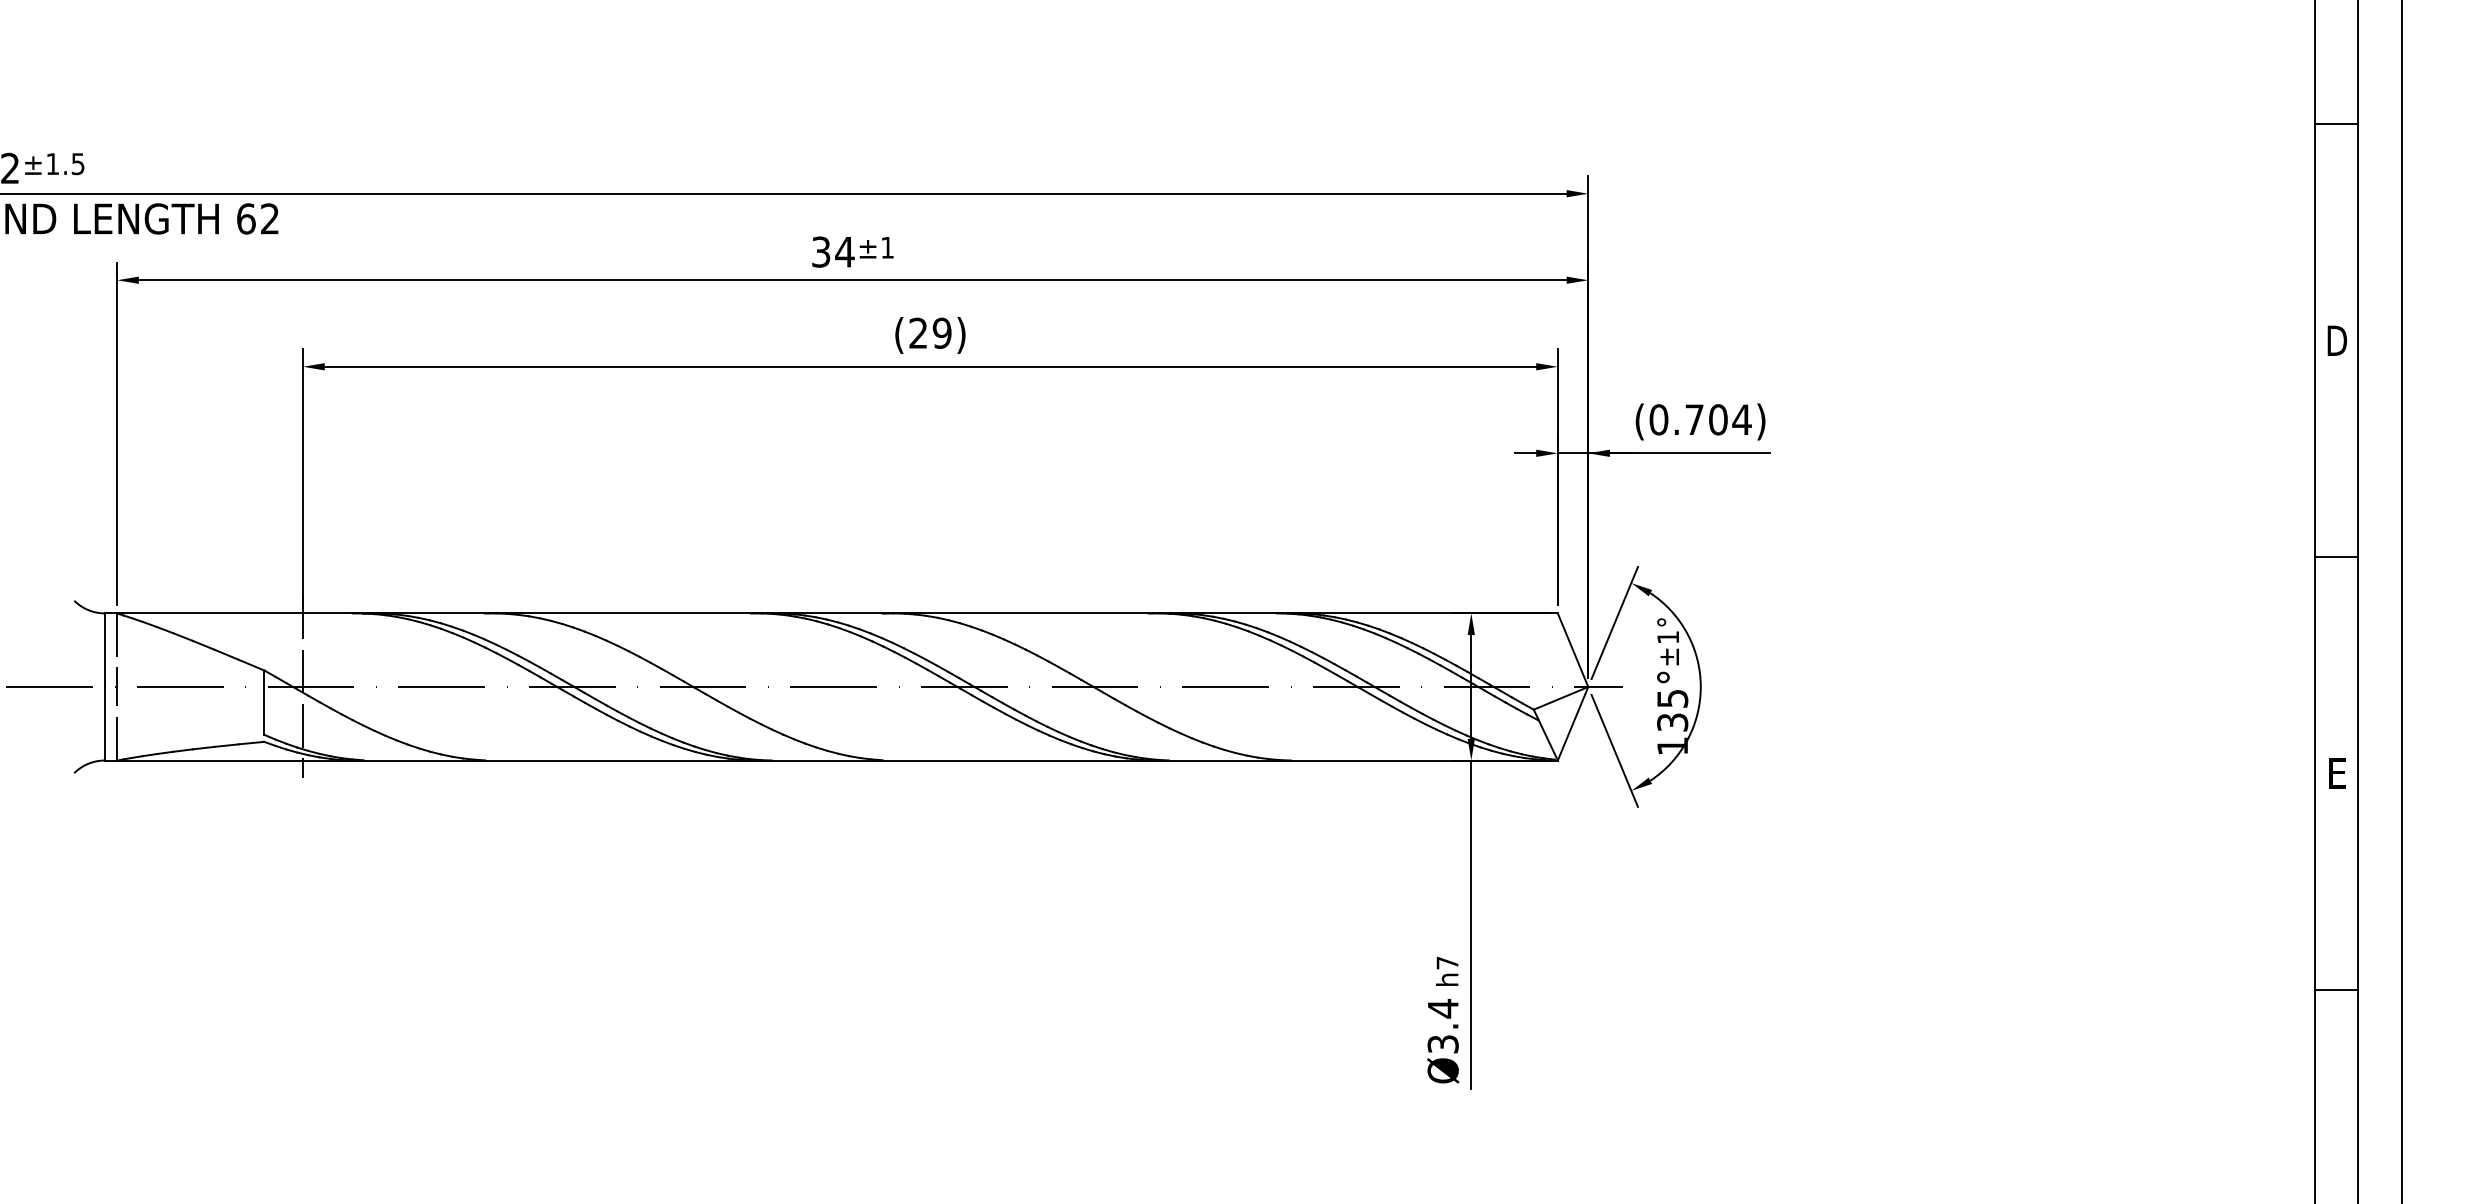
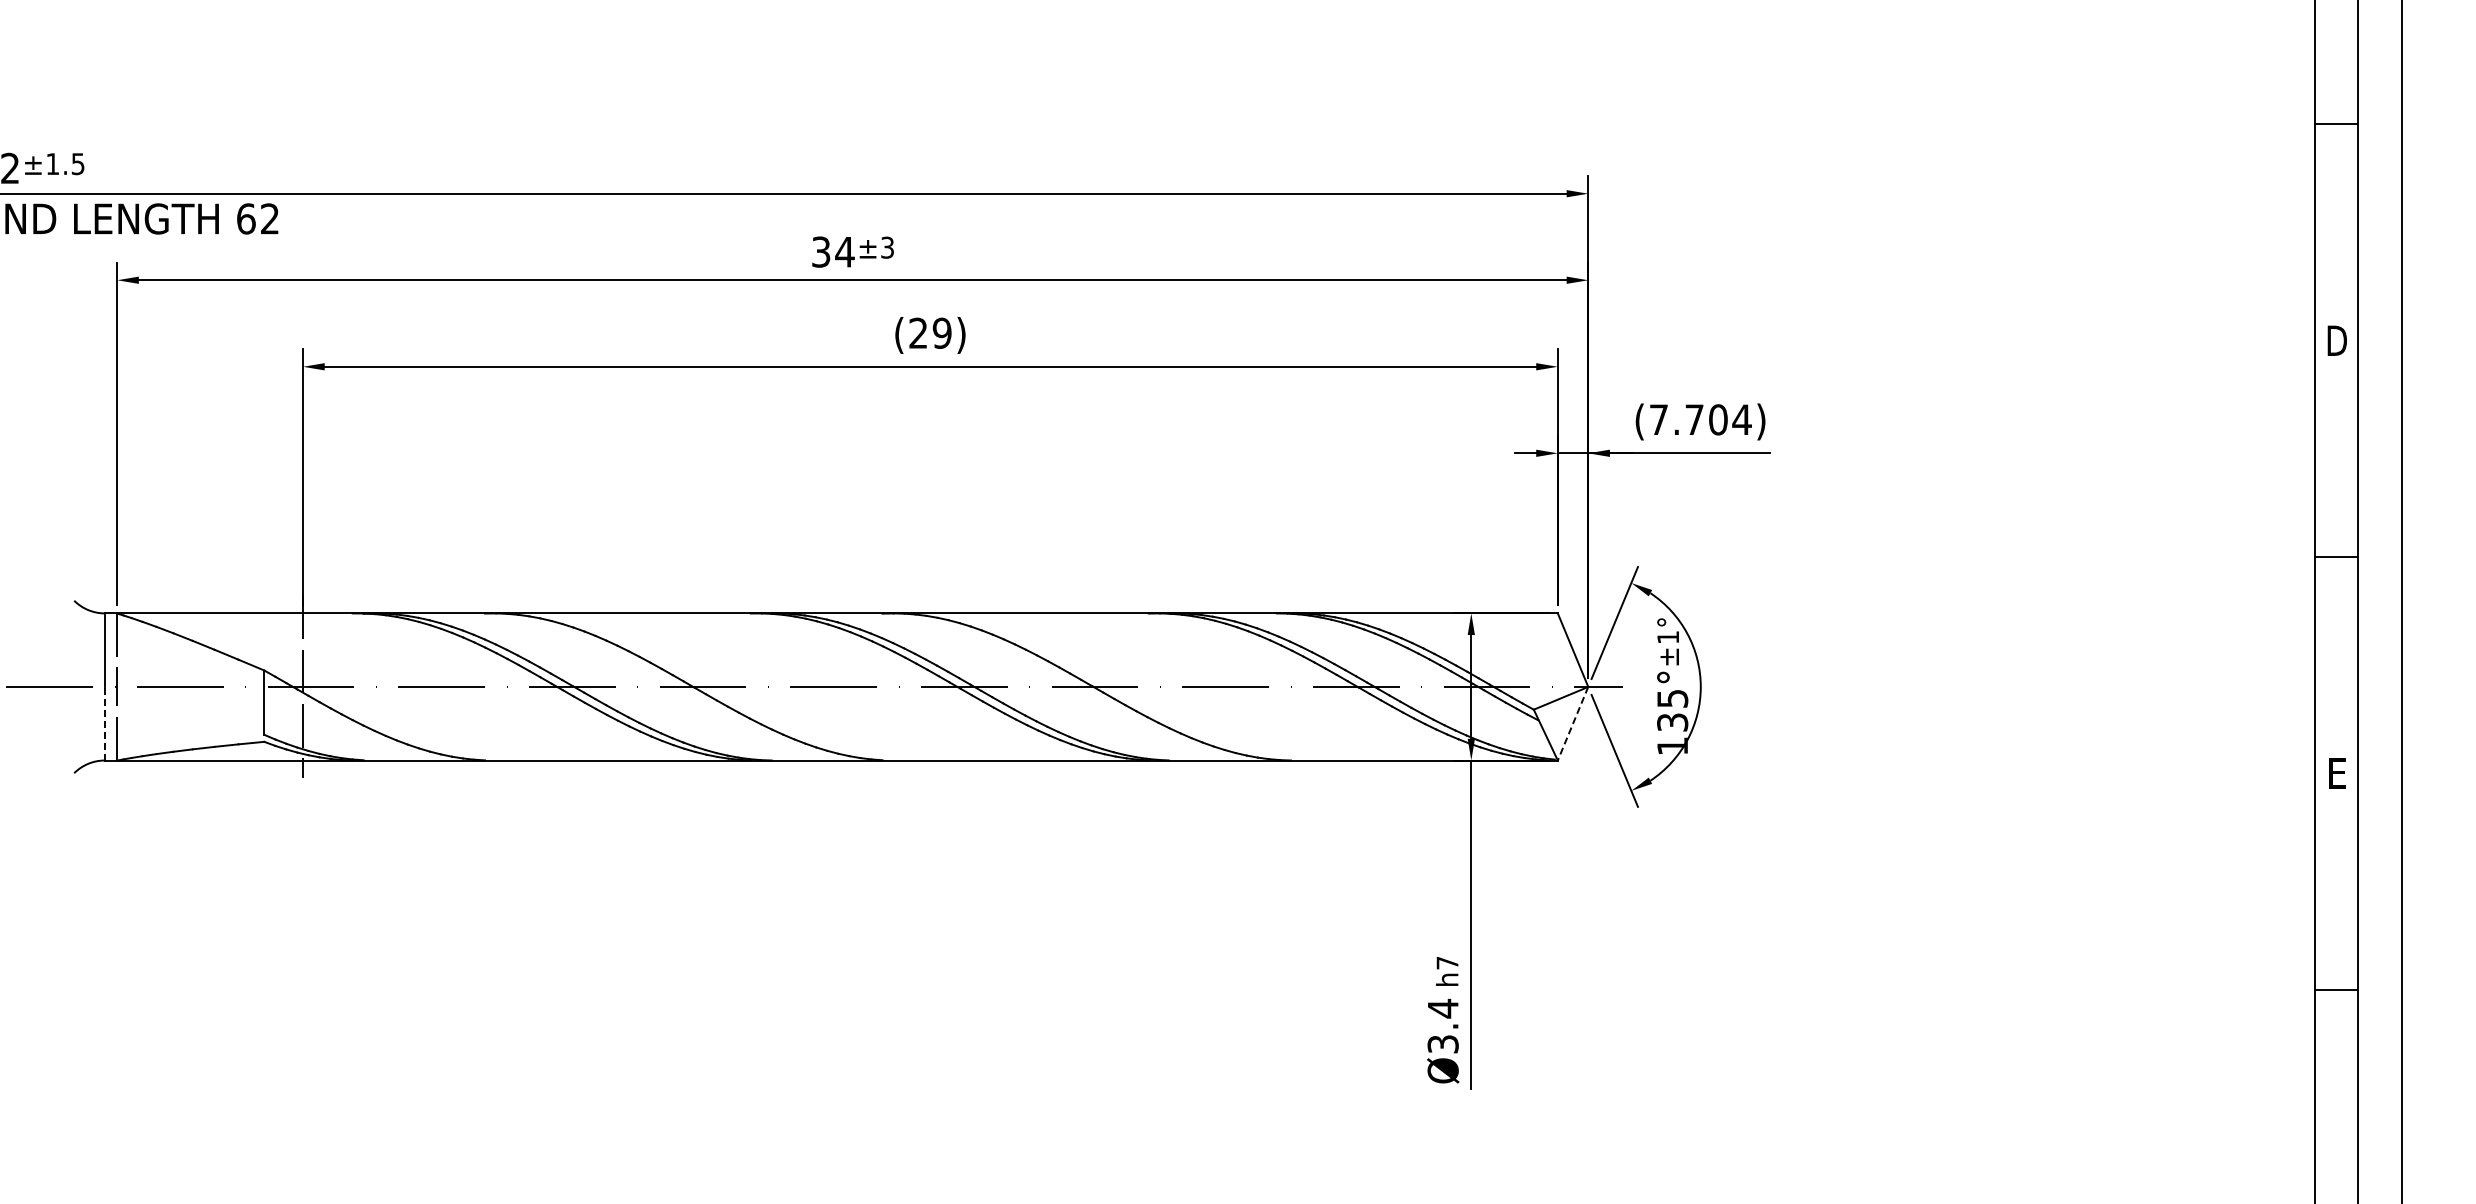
text at (887, 247): ±1 -> ±3
text at (1658, 419): (0.704) -> (7.704)
line at (104, 723): solid -> dashed
line at (1573, 723): solid -> dashed
